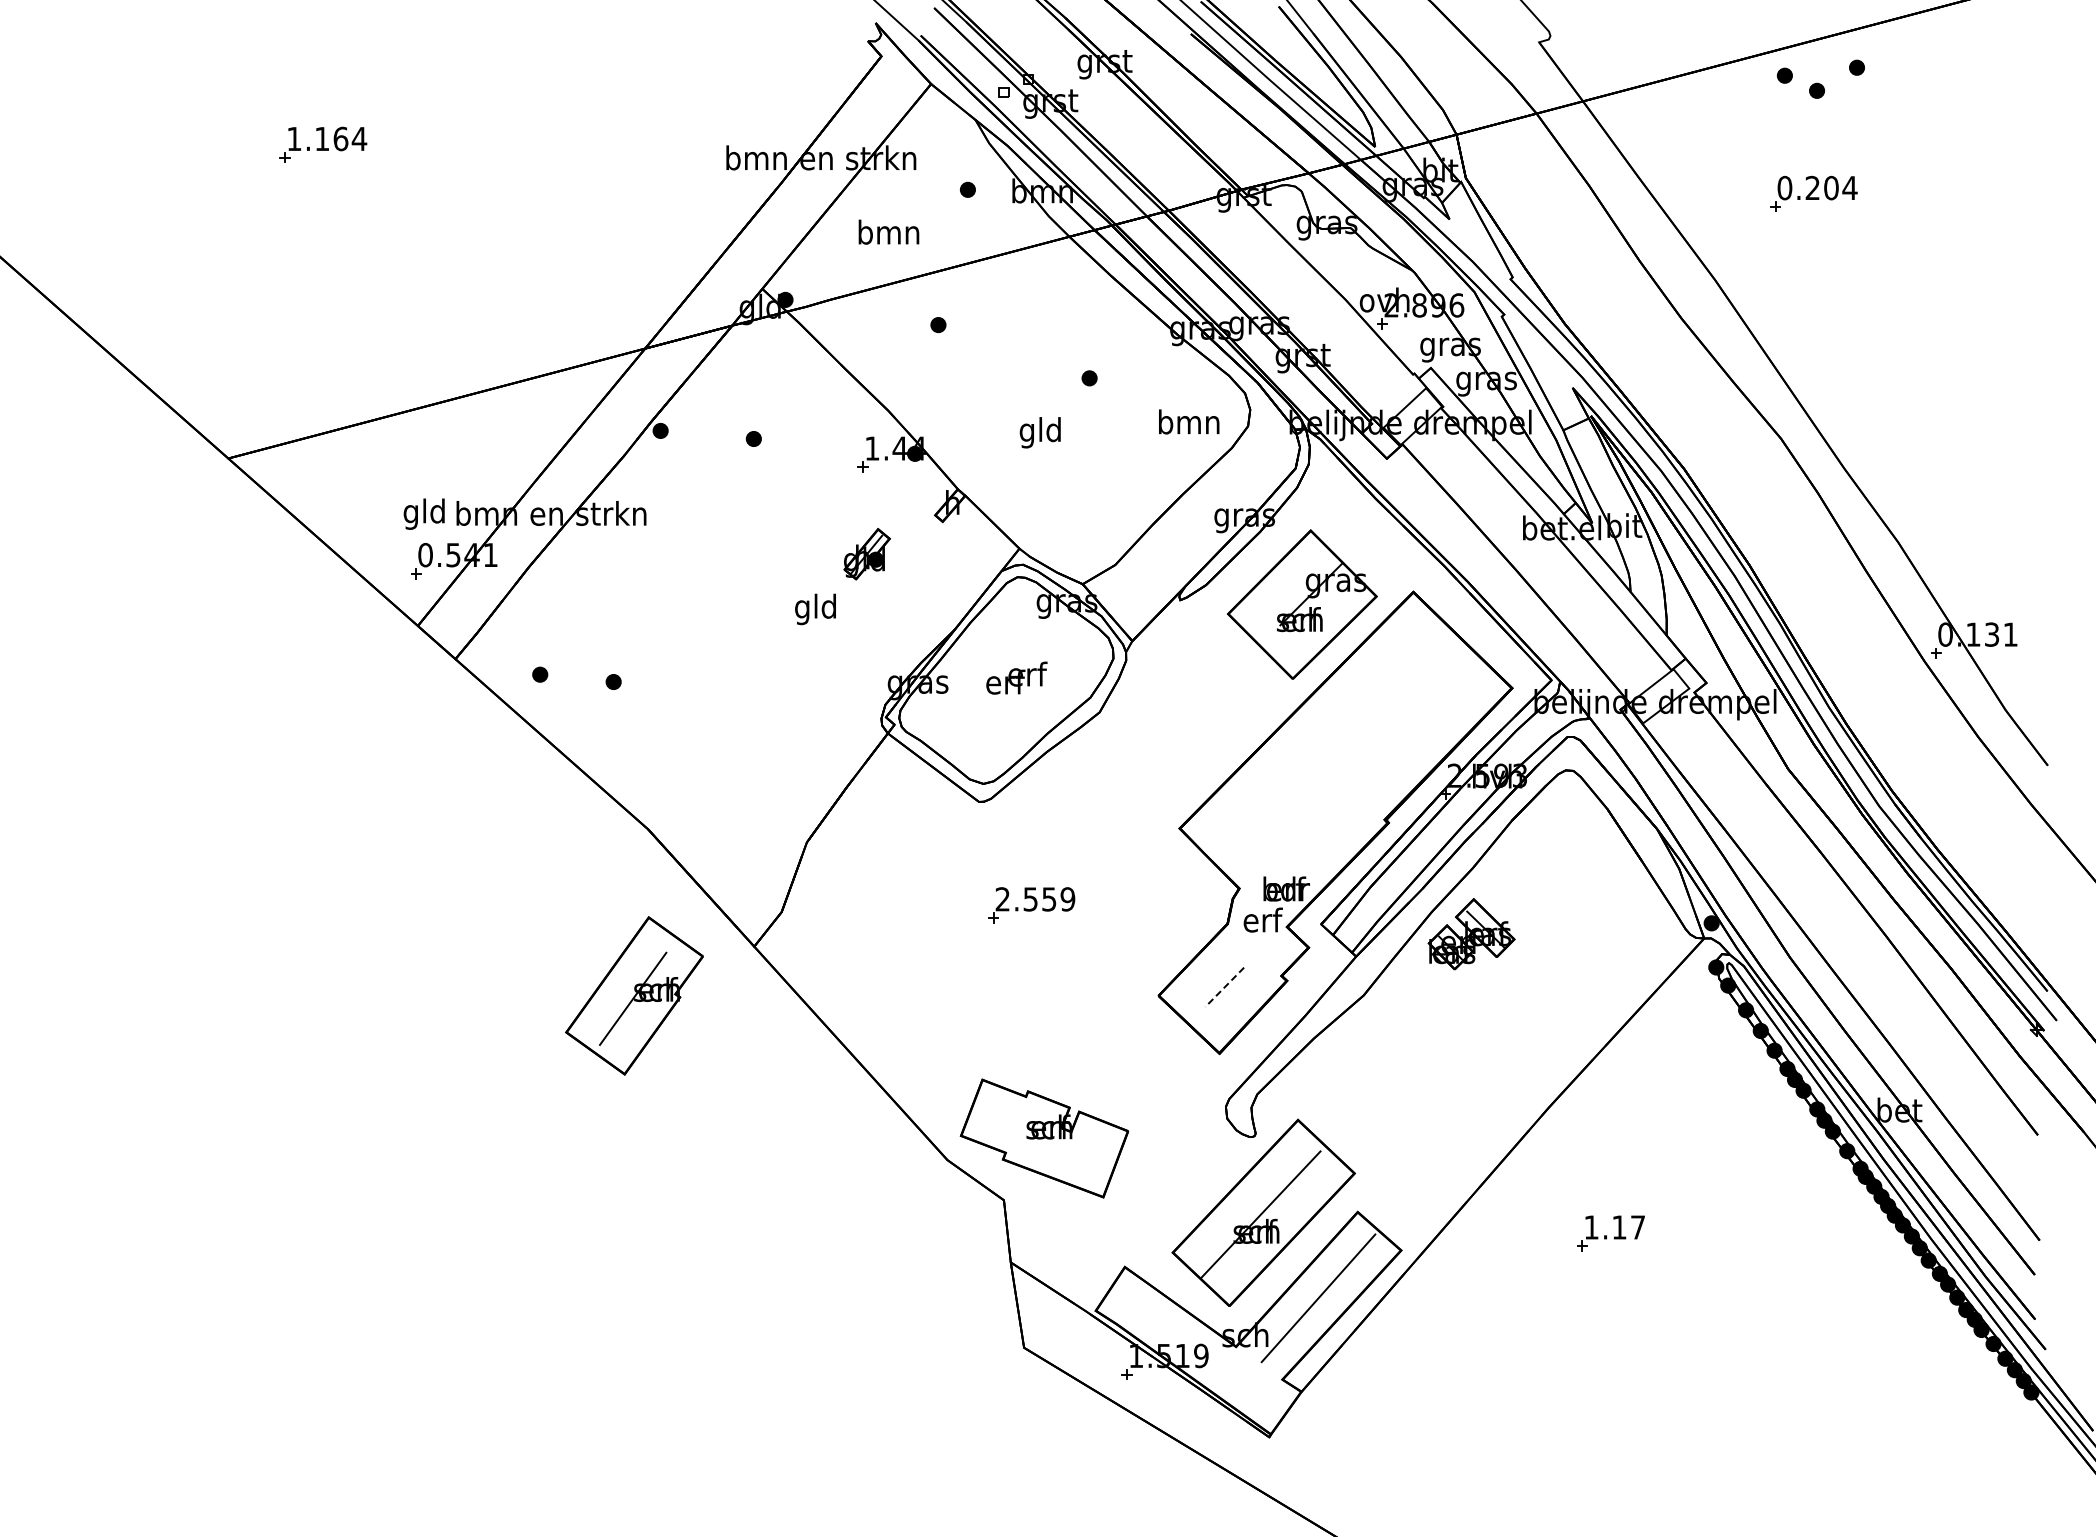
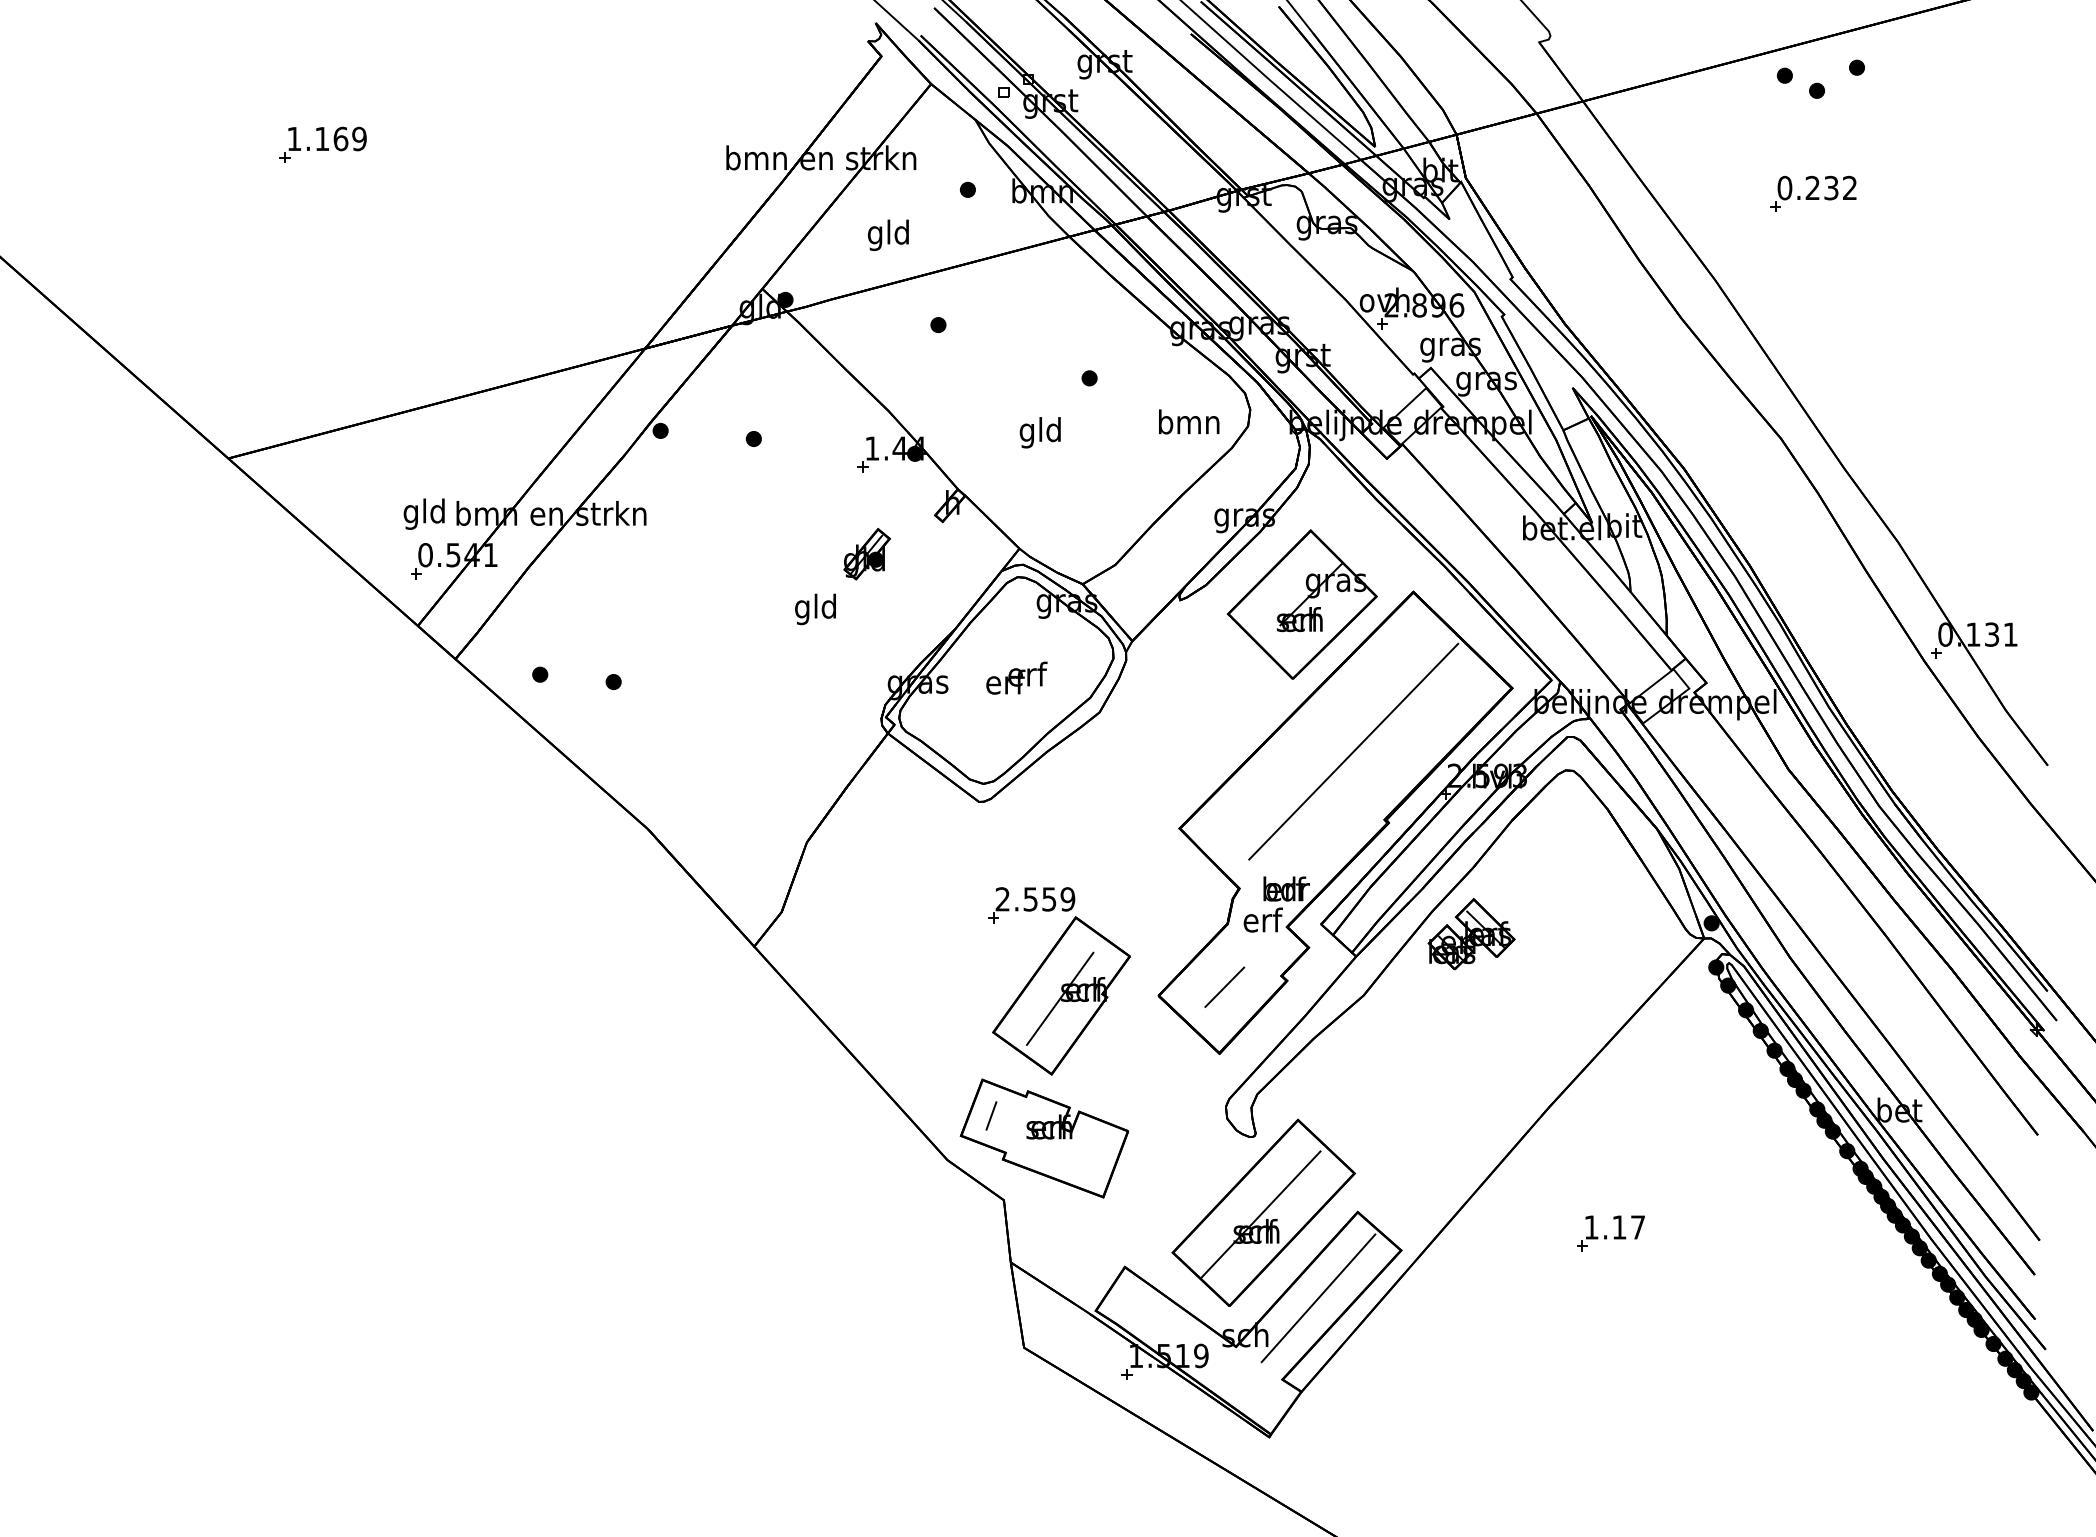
text at (359, 138): 1.164 -> 1.169
text at (1840, 187): 0.204 -> 0.232
text at (888, 235): bmn -> gld
line at (1353, 751): none -> present
line at (1224, 987): dashed -> solid
part at (634, 995) position: (634, 995) -> (1061, 995)
line at (991, 1115): none -> present
